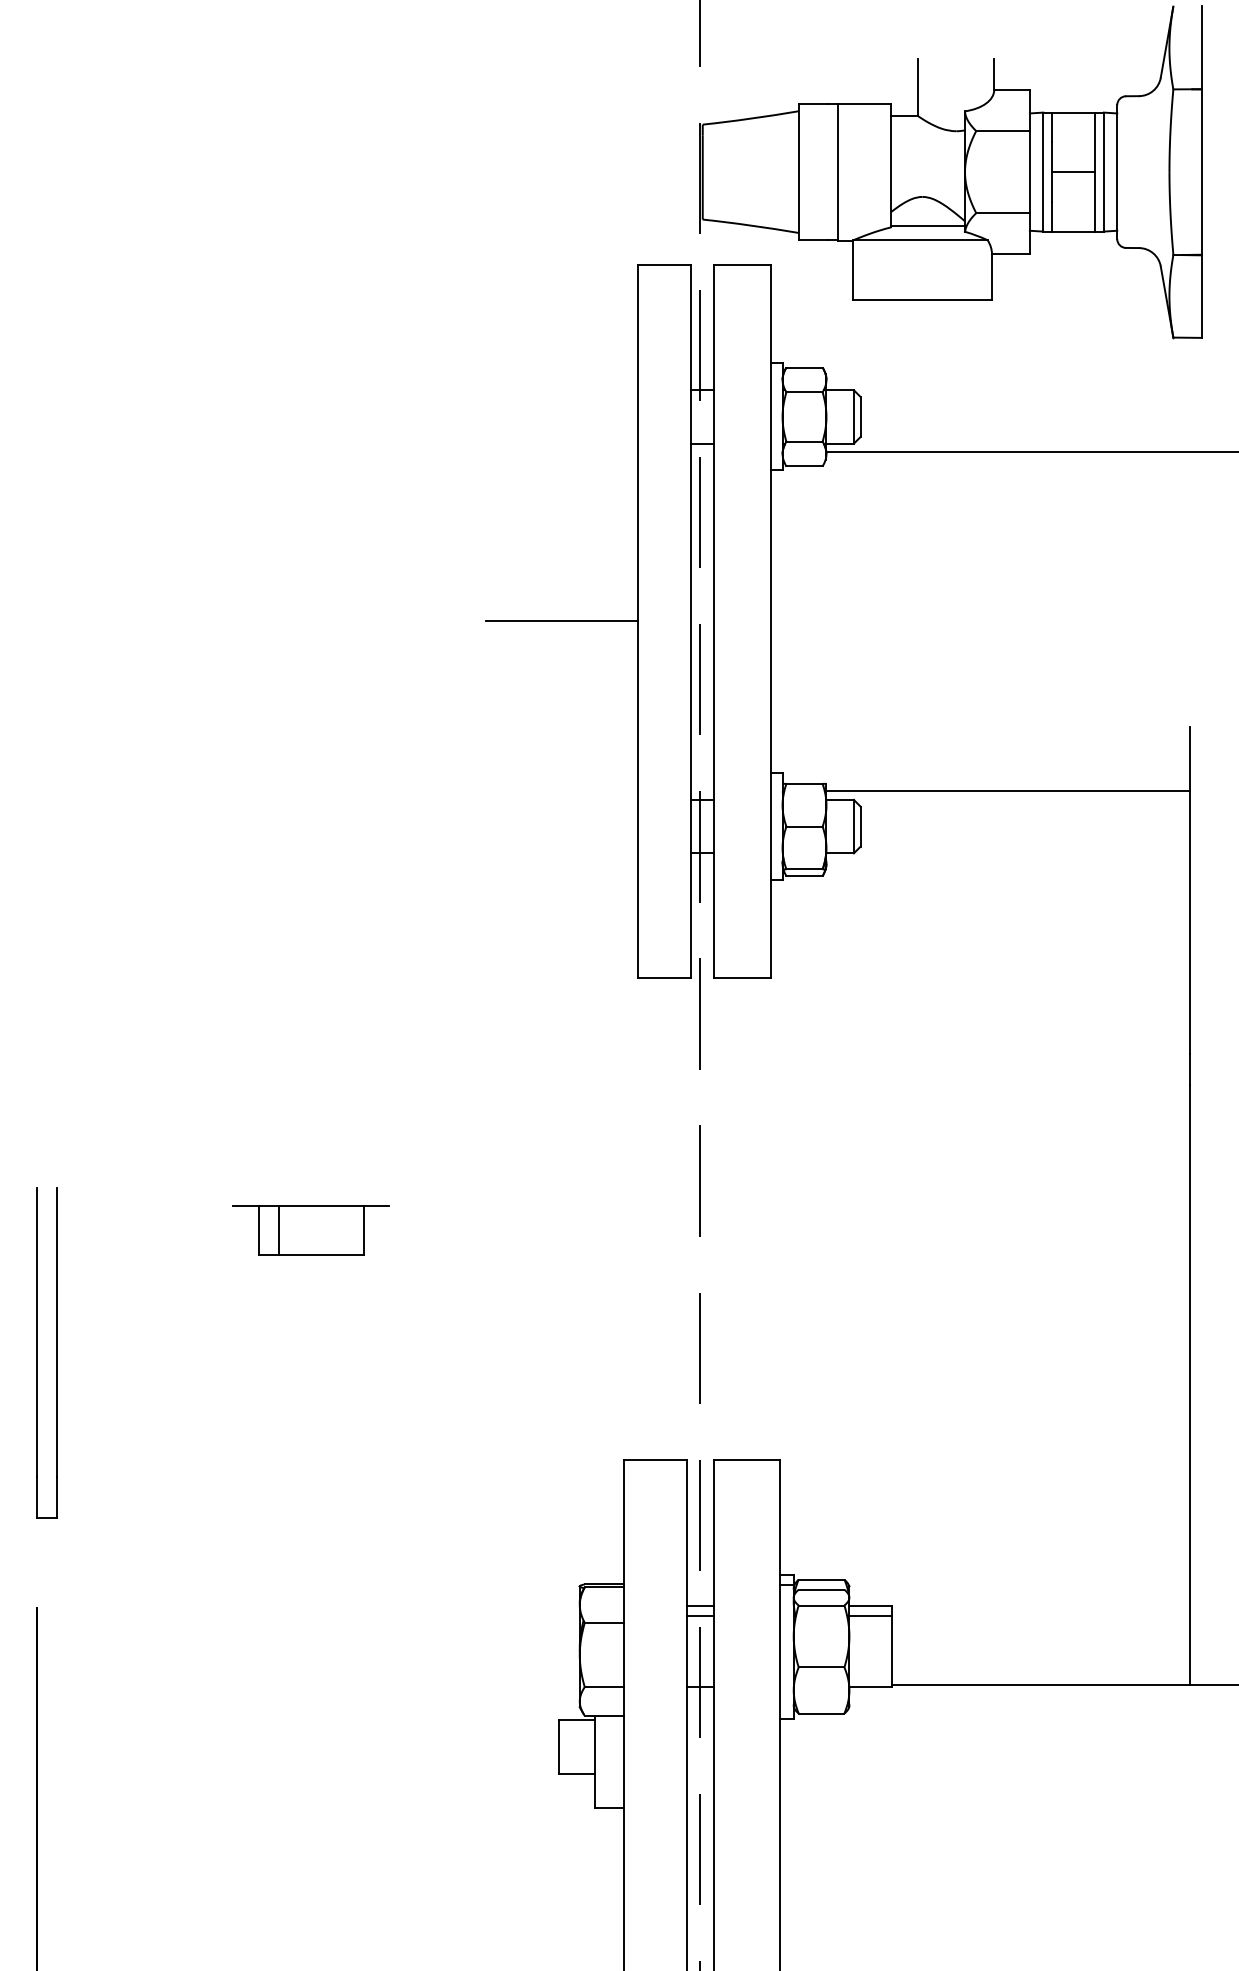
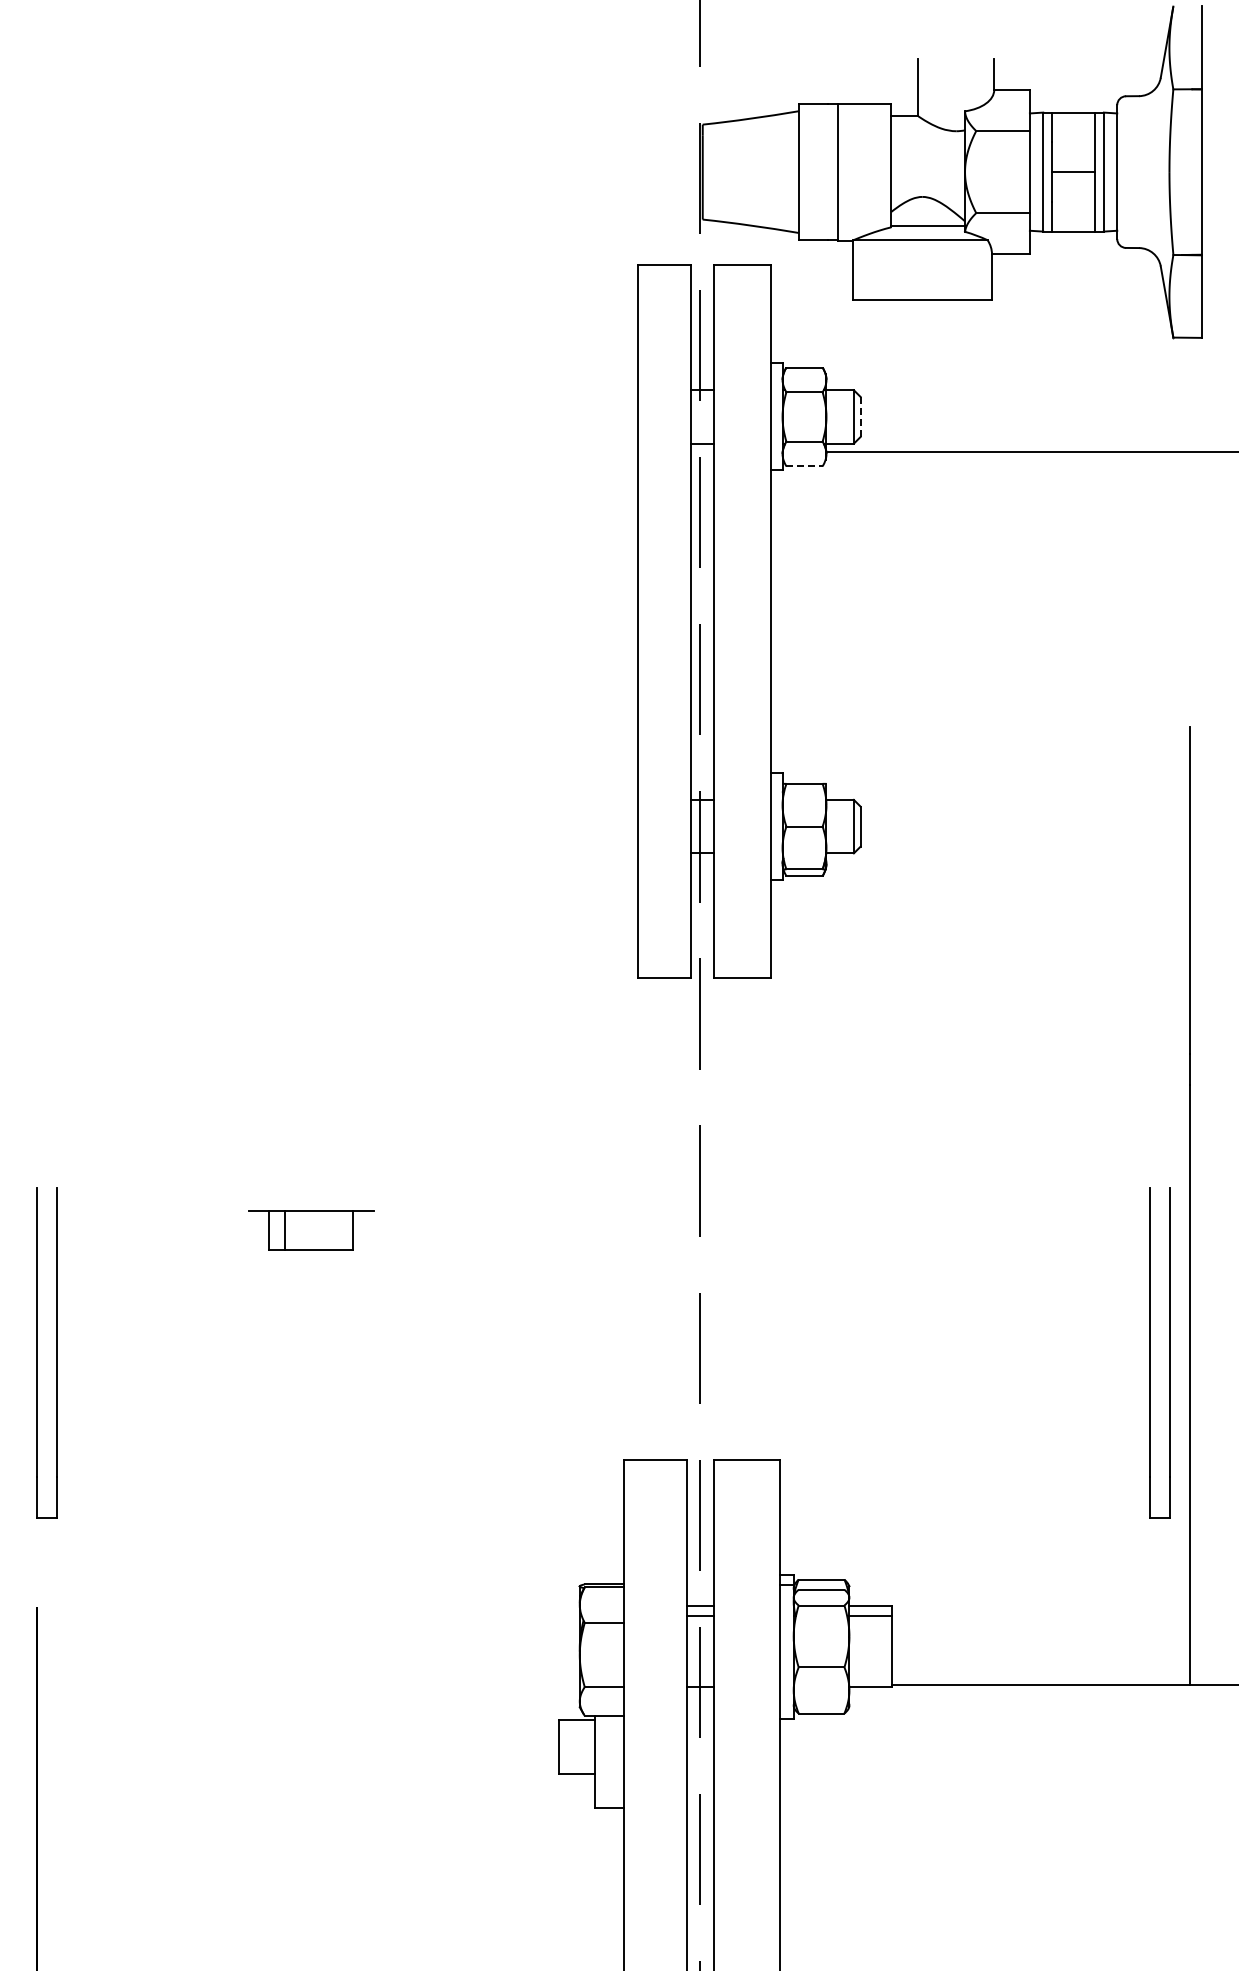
line at (860, 416): solid -> dashed
line at (805, 466): solid -> dashed
line at (561, 621): present -> none
line at (1008, 791): present -> none
part at (310, 1230) size: 158x51 px -> 127x41 px
part at (1150, 1352): none -> present
